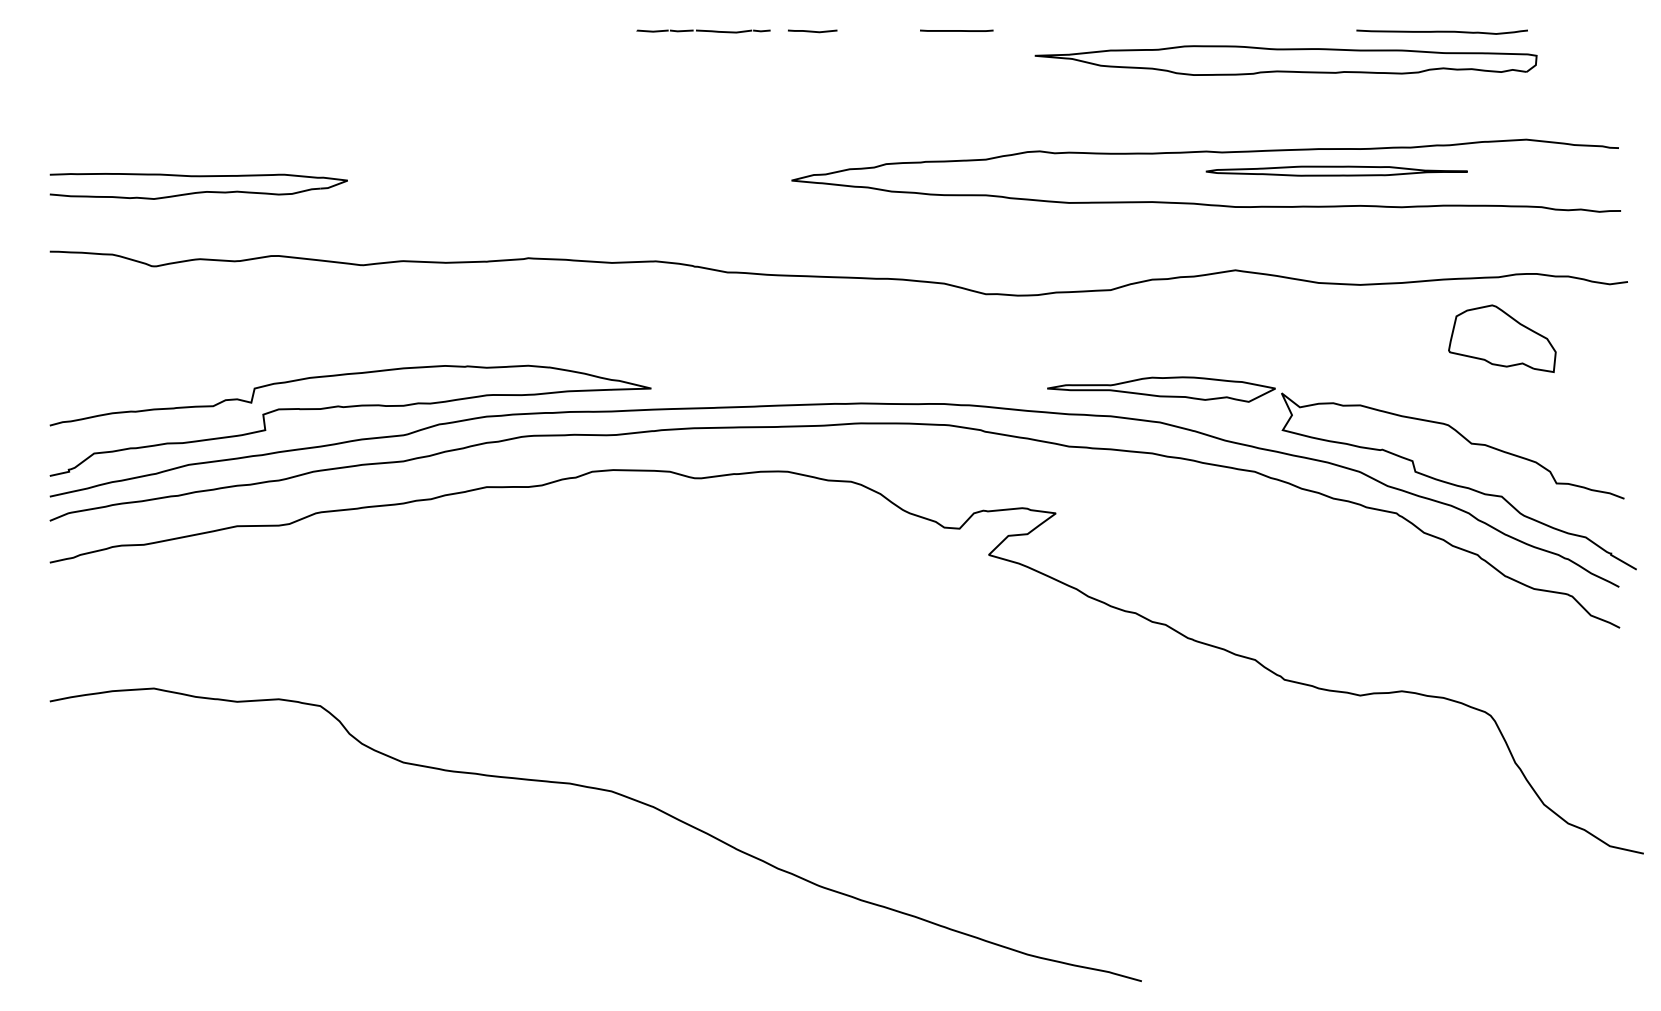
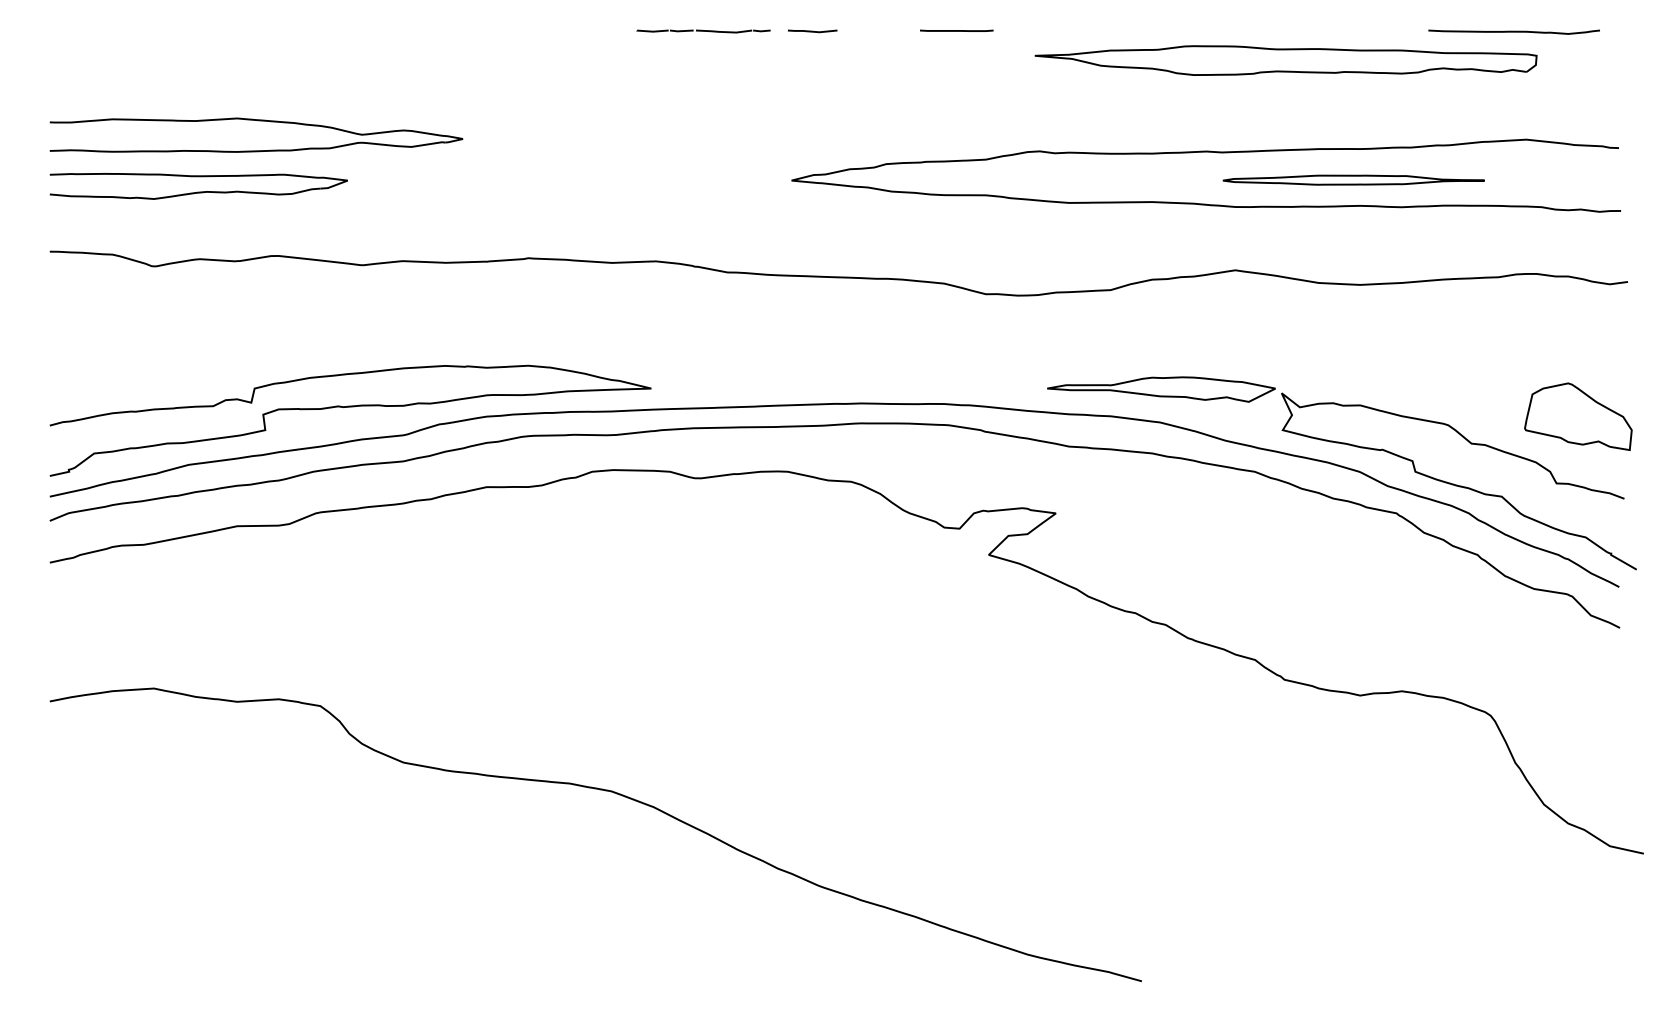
curve at (1441, 31) position: (1441, 31) -> (1513, 31)
part at (257, 121): none -> present
part at (1336, 170) position: (1336, 170) -> (1353, 179)
part at (1502, 338) position: (1502, 338) -> (1578, 416)
